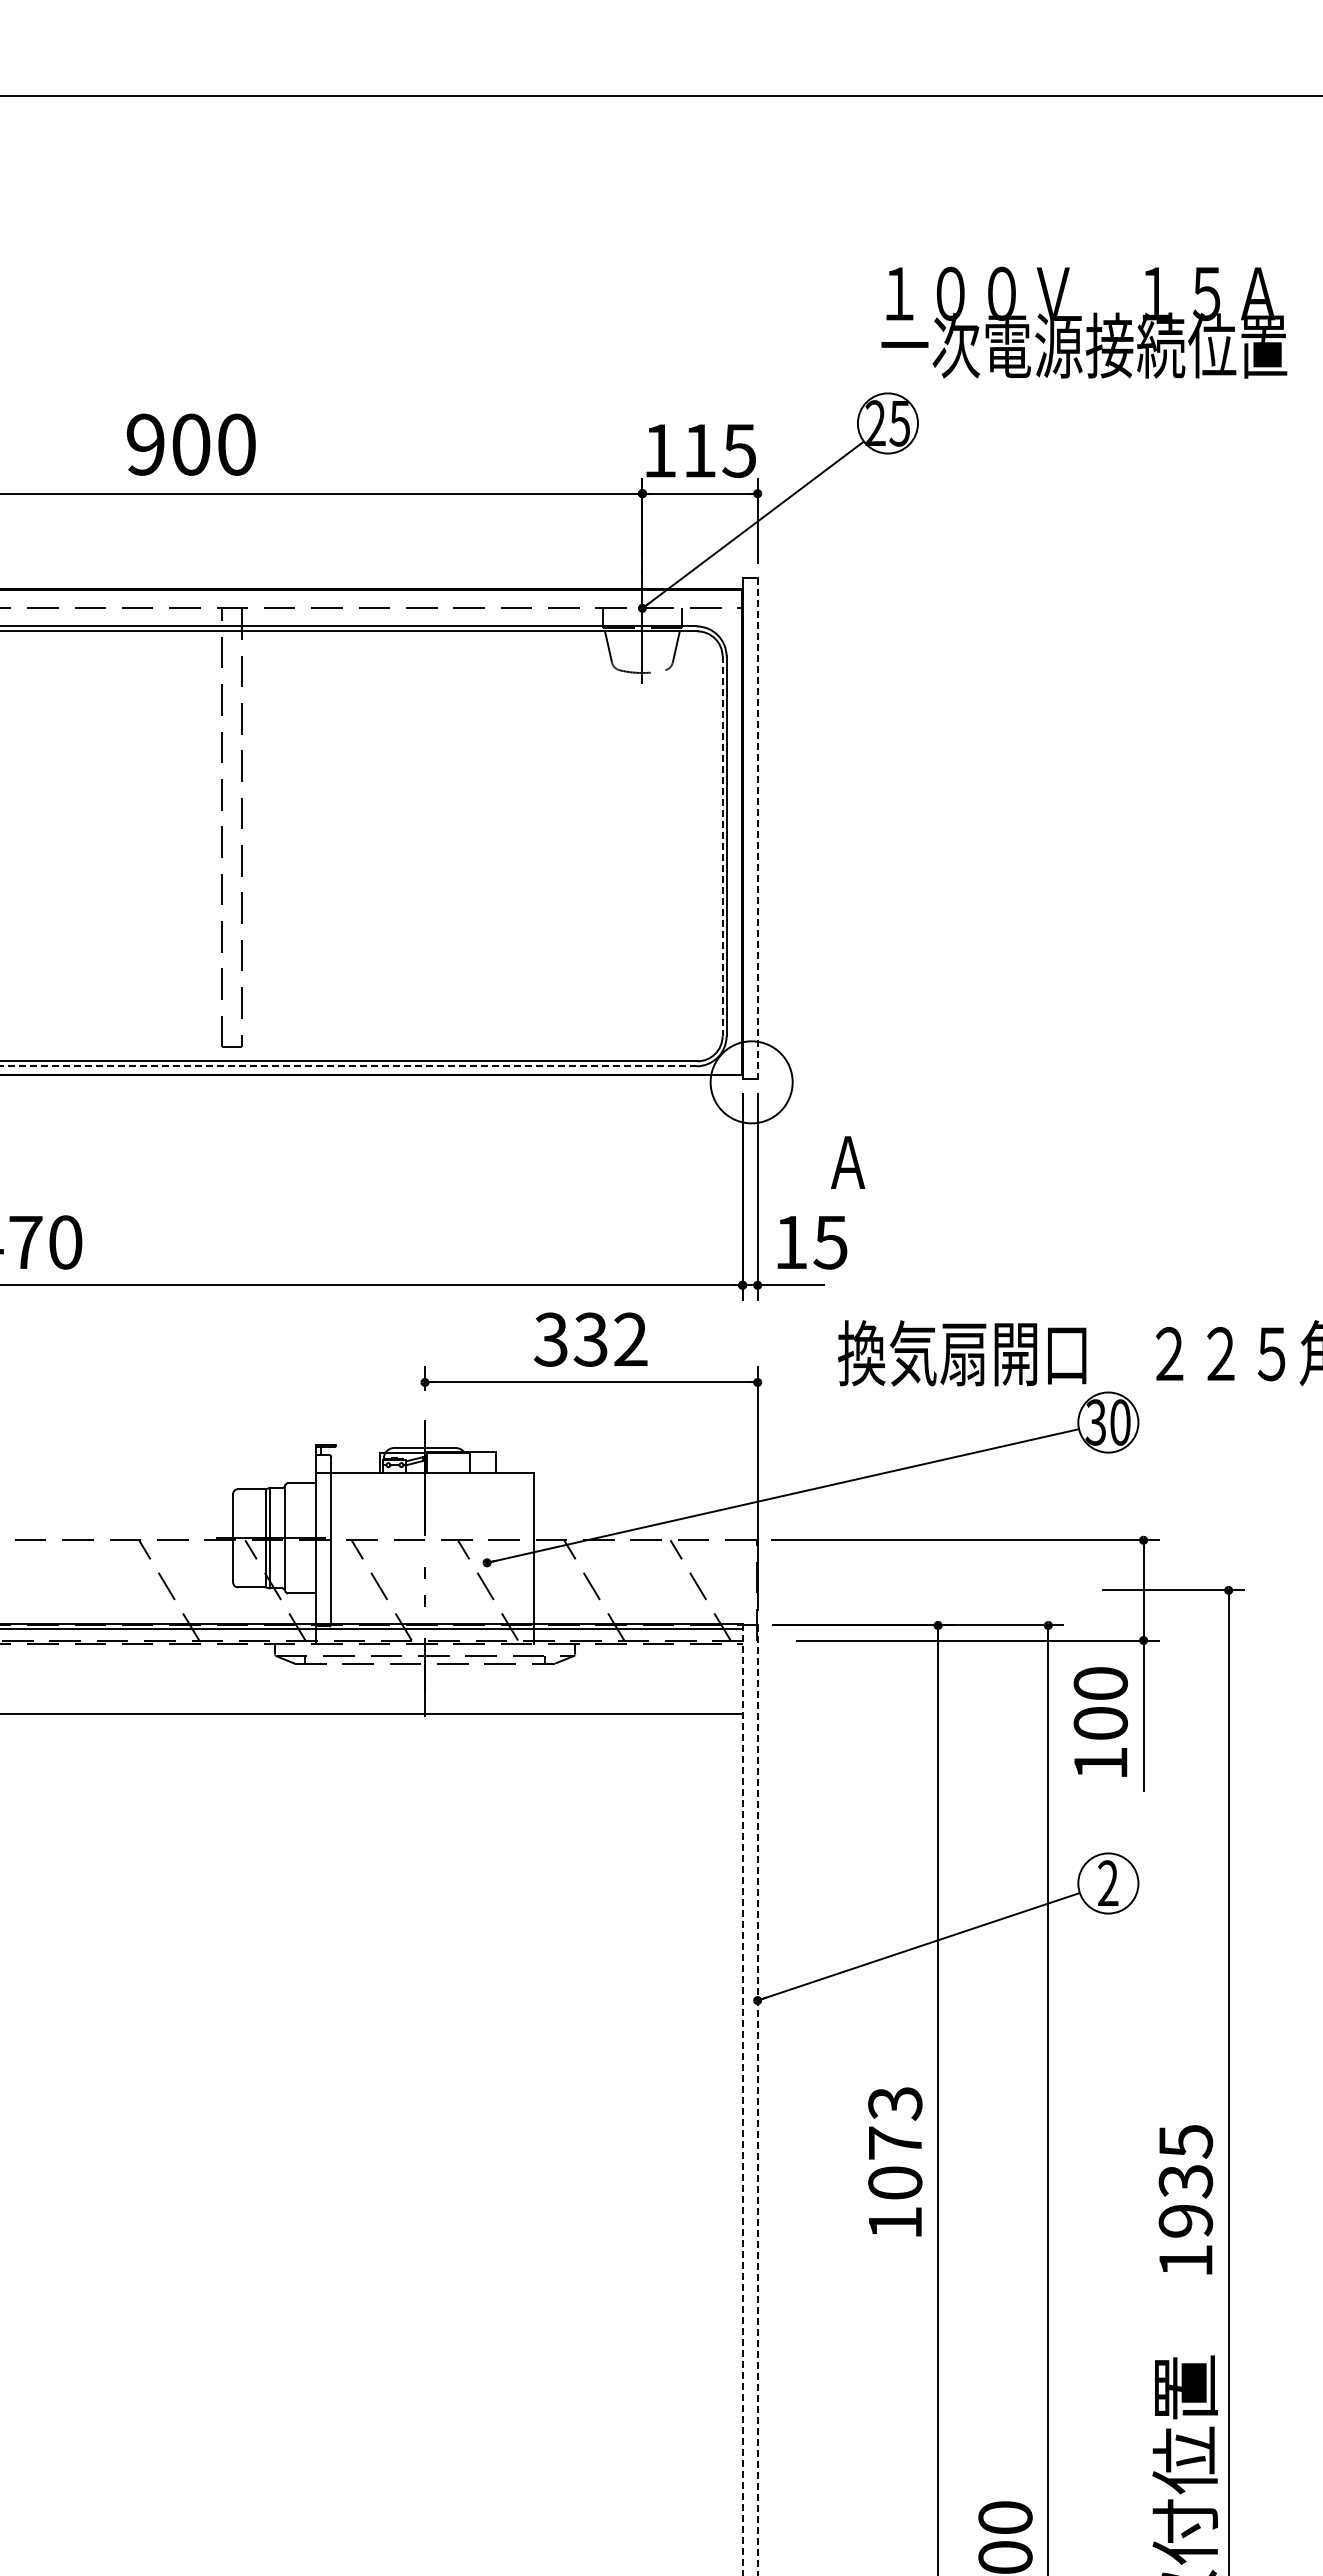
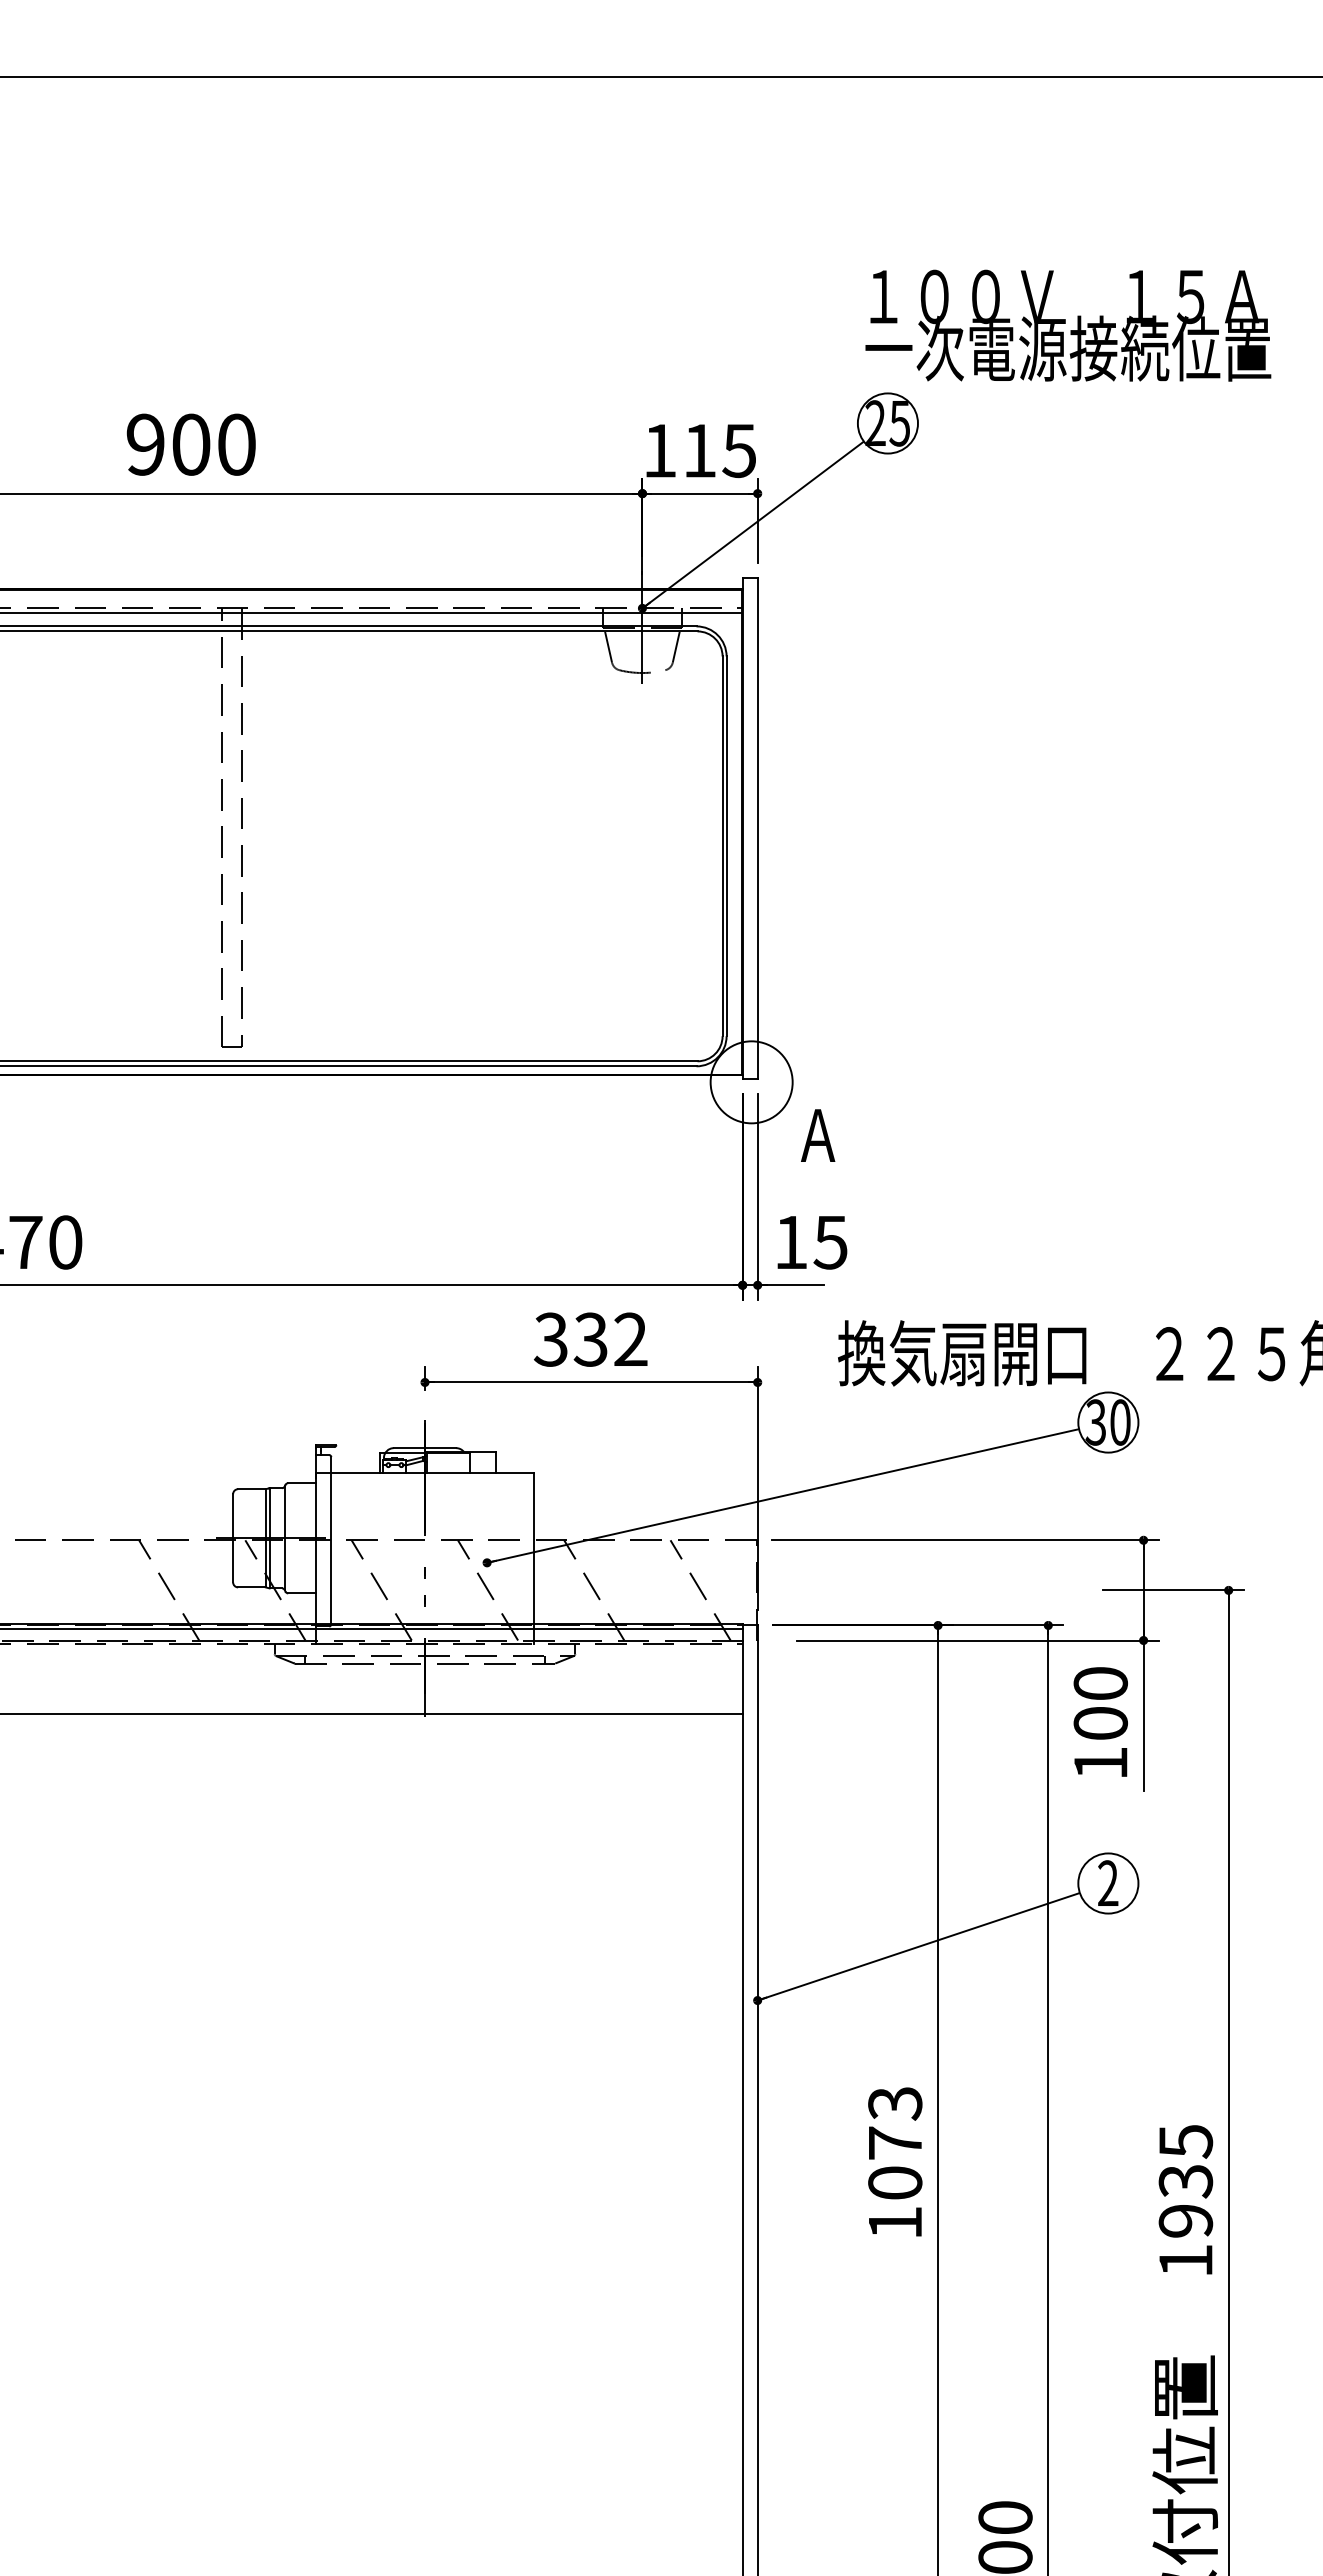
line at (660, 96) position: (660, 96) -> (660, 77)
text at (1084, 322) position: (1084, 322) -> (1068, 325)
line at (371, 613): none -> present
line at (757, 828): dashed -> solid
line at (722, 846): dashed -> solid
line at (348, 1066): dashed -> solid
text at (848, 1162) position: (848, 1162) -> (818, 1135)
line at (742, 2100): dashed -> solid
line at (757, 2100): dashed -> solid
